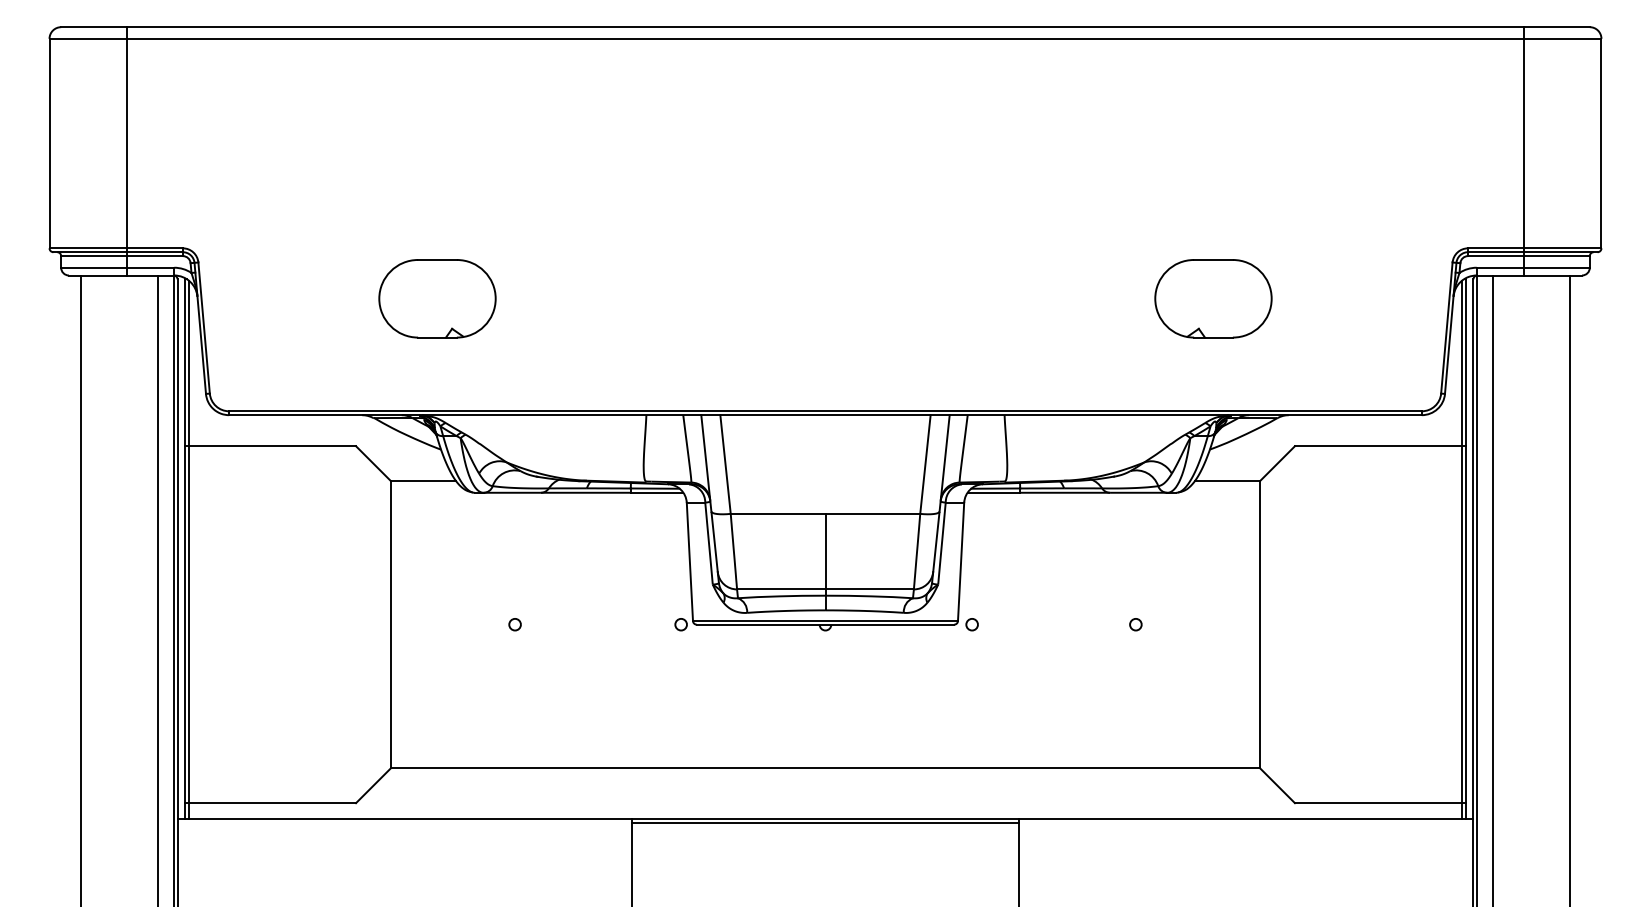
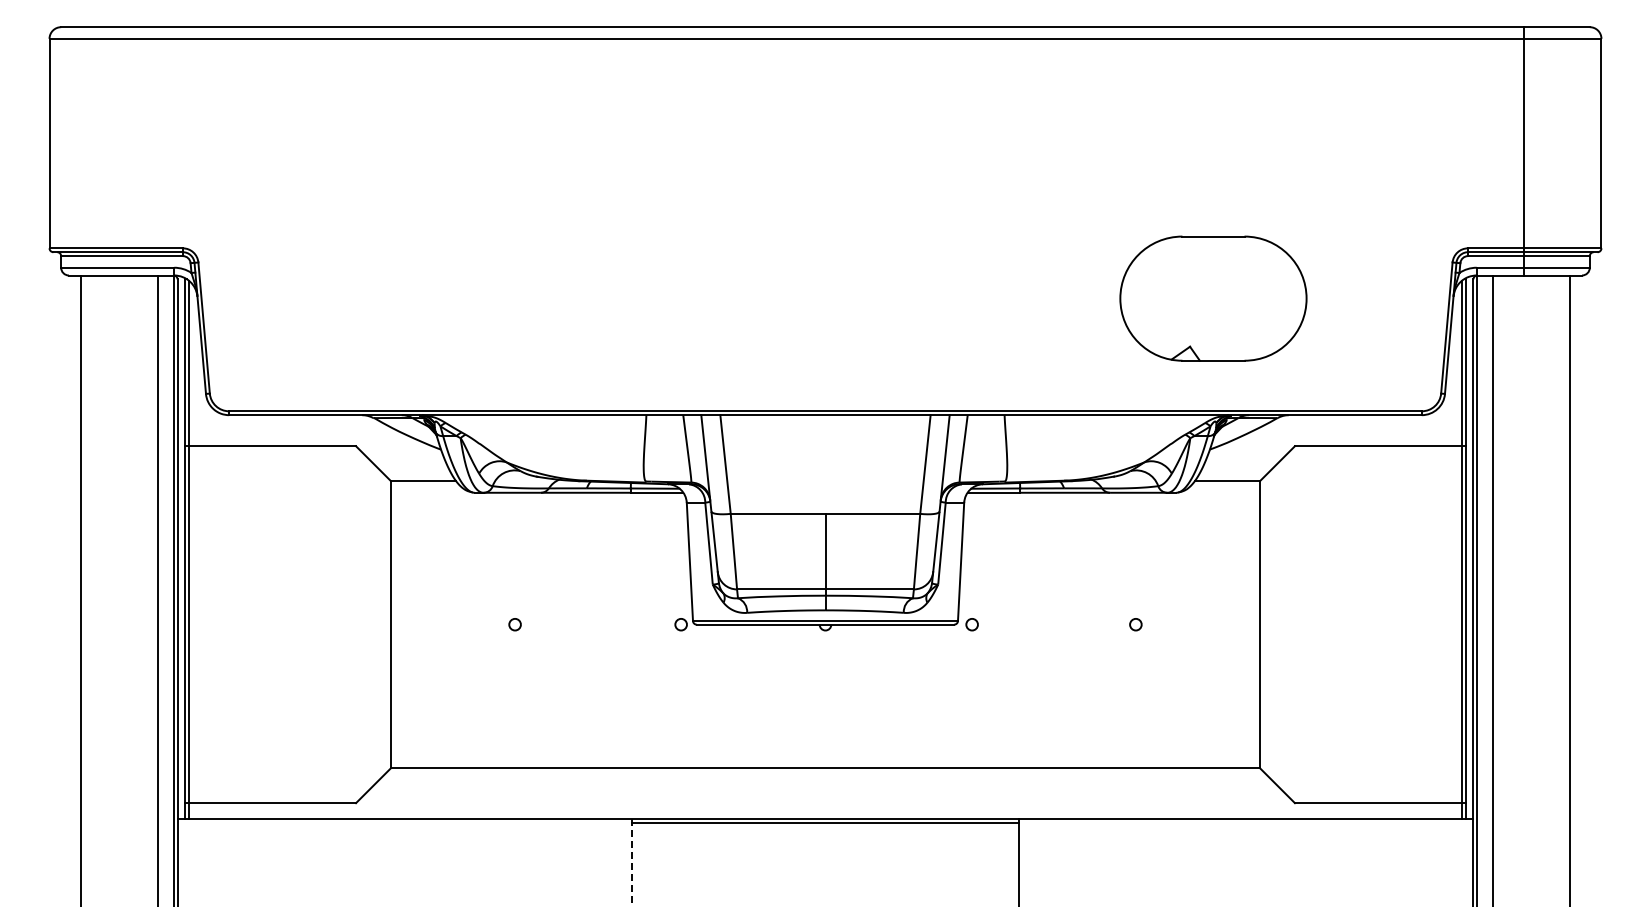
line at (127, 151): present -> none
part at (437, 298): present -> none
part at (1213, 298) size: 119x80 px -> 189x127 px
line at (631, 862): solid -> dashed
